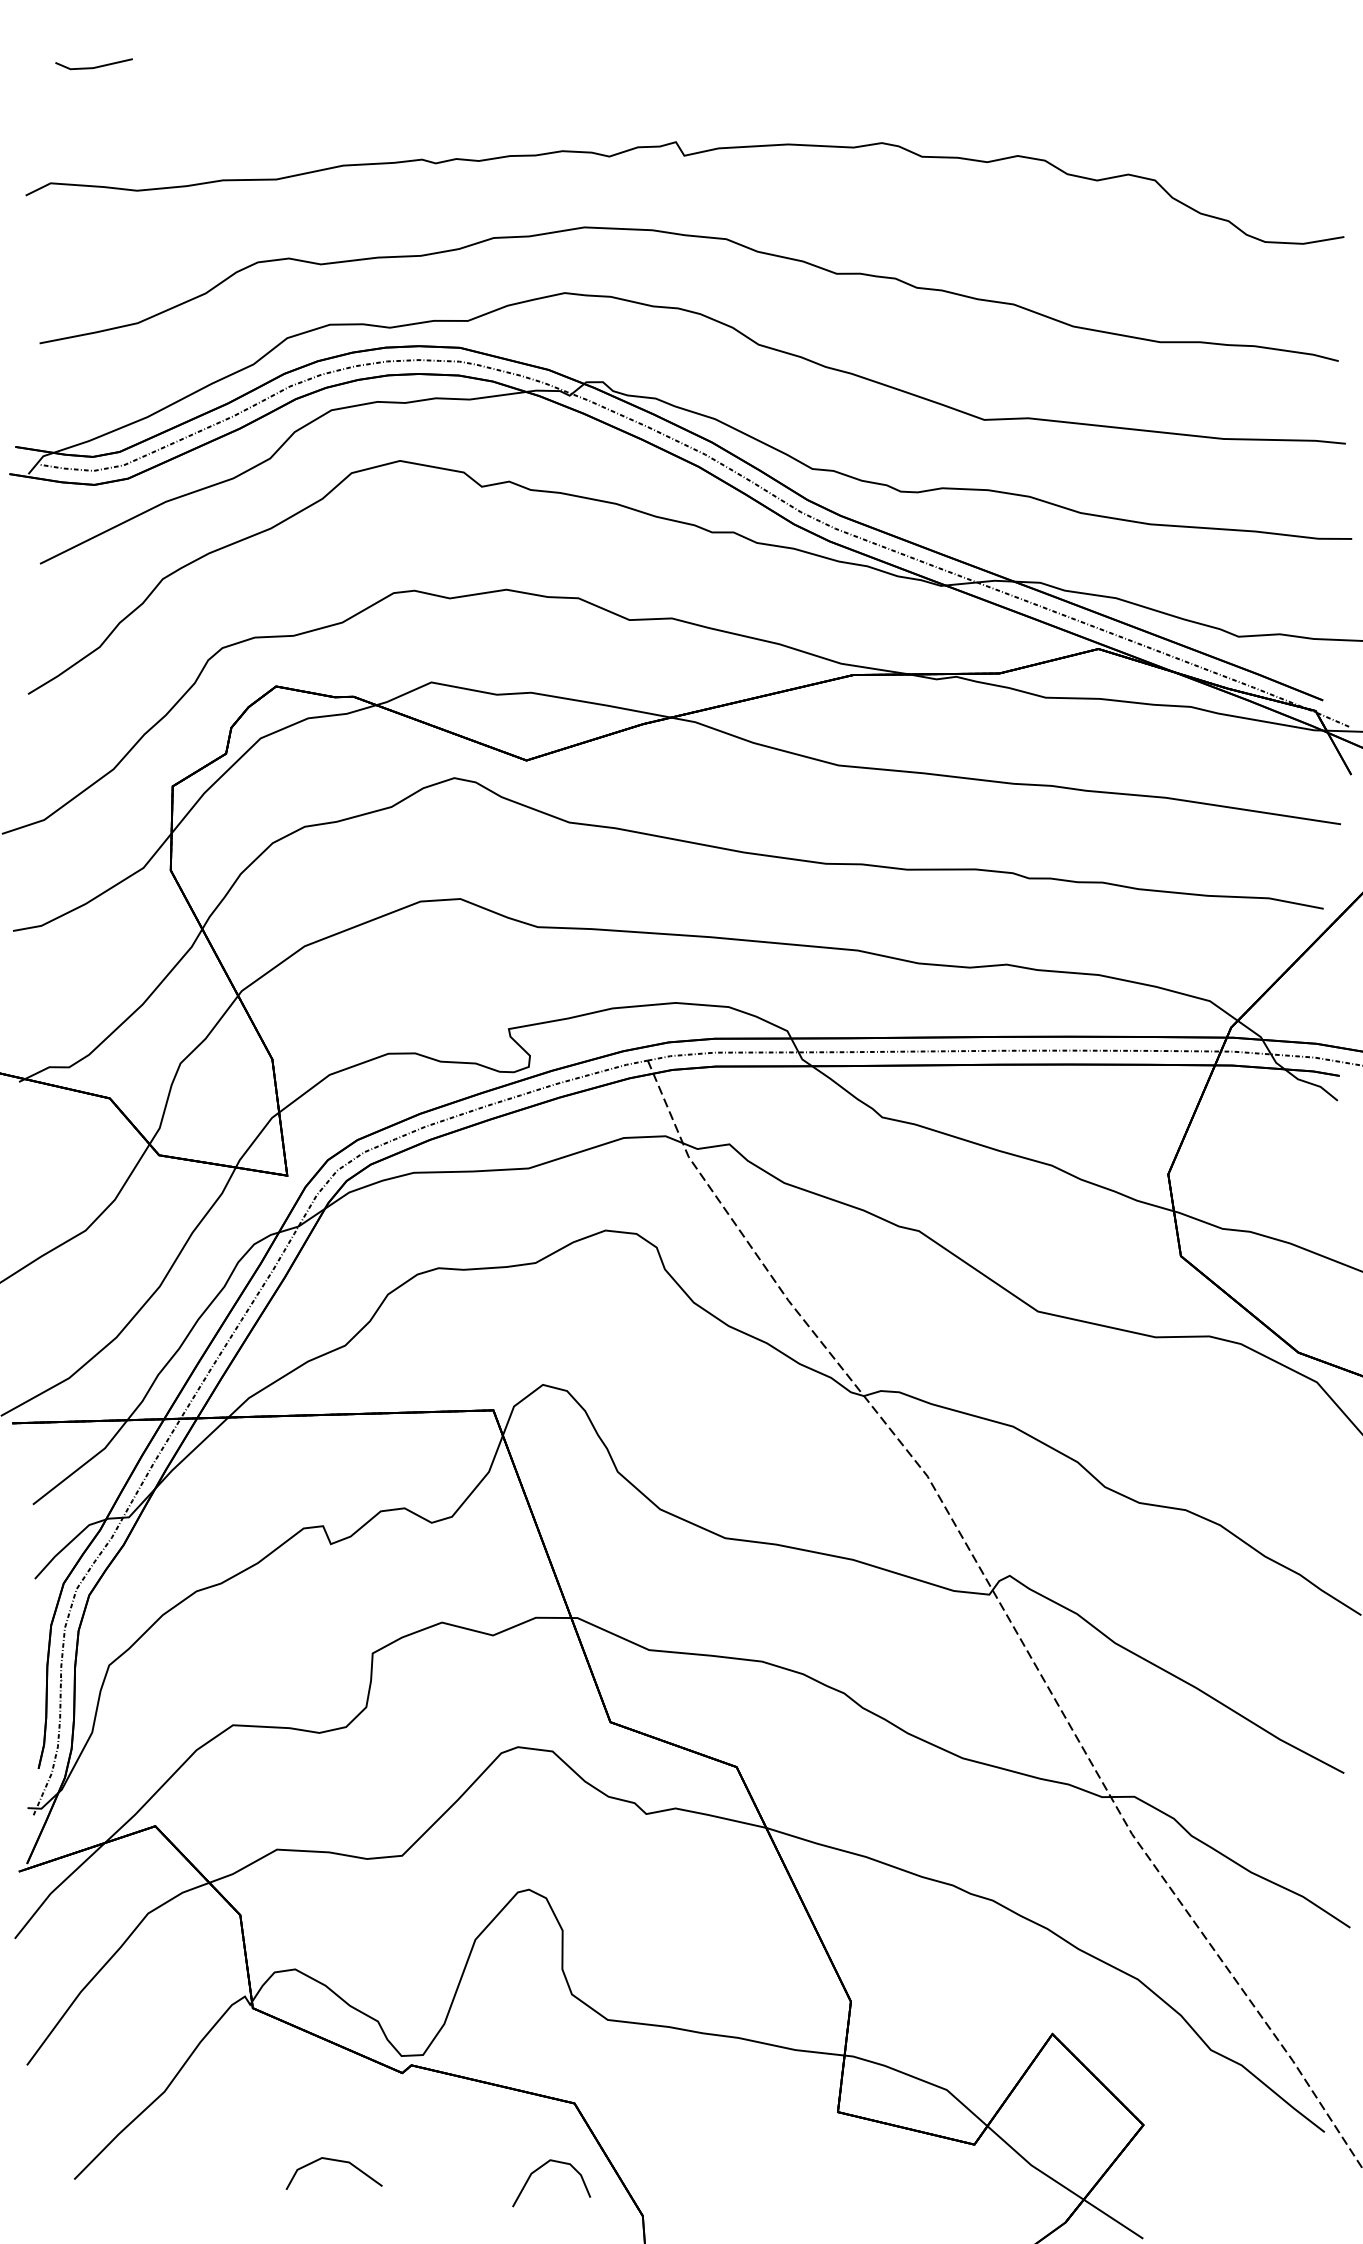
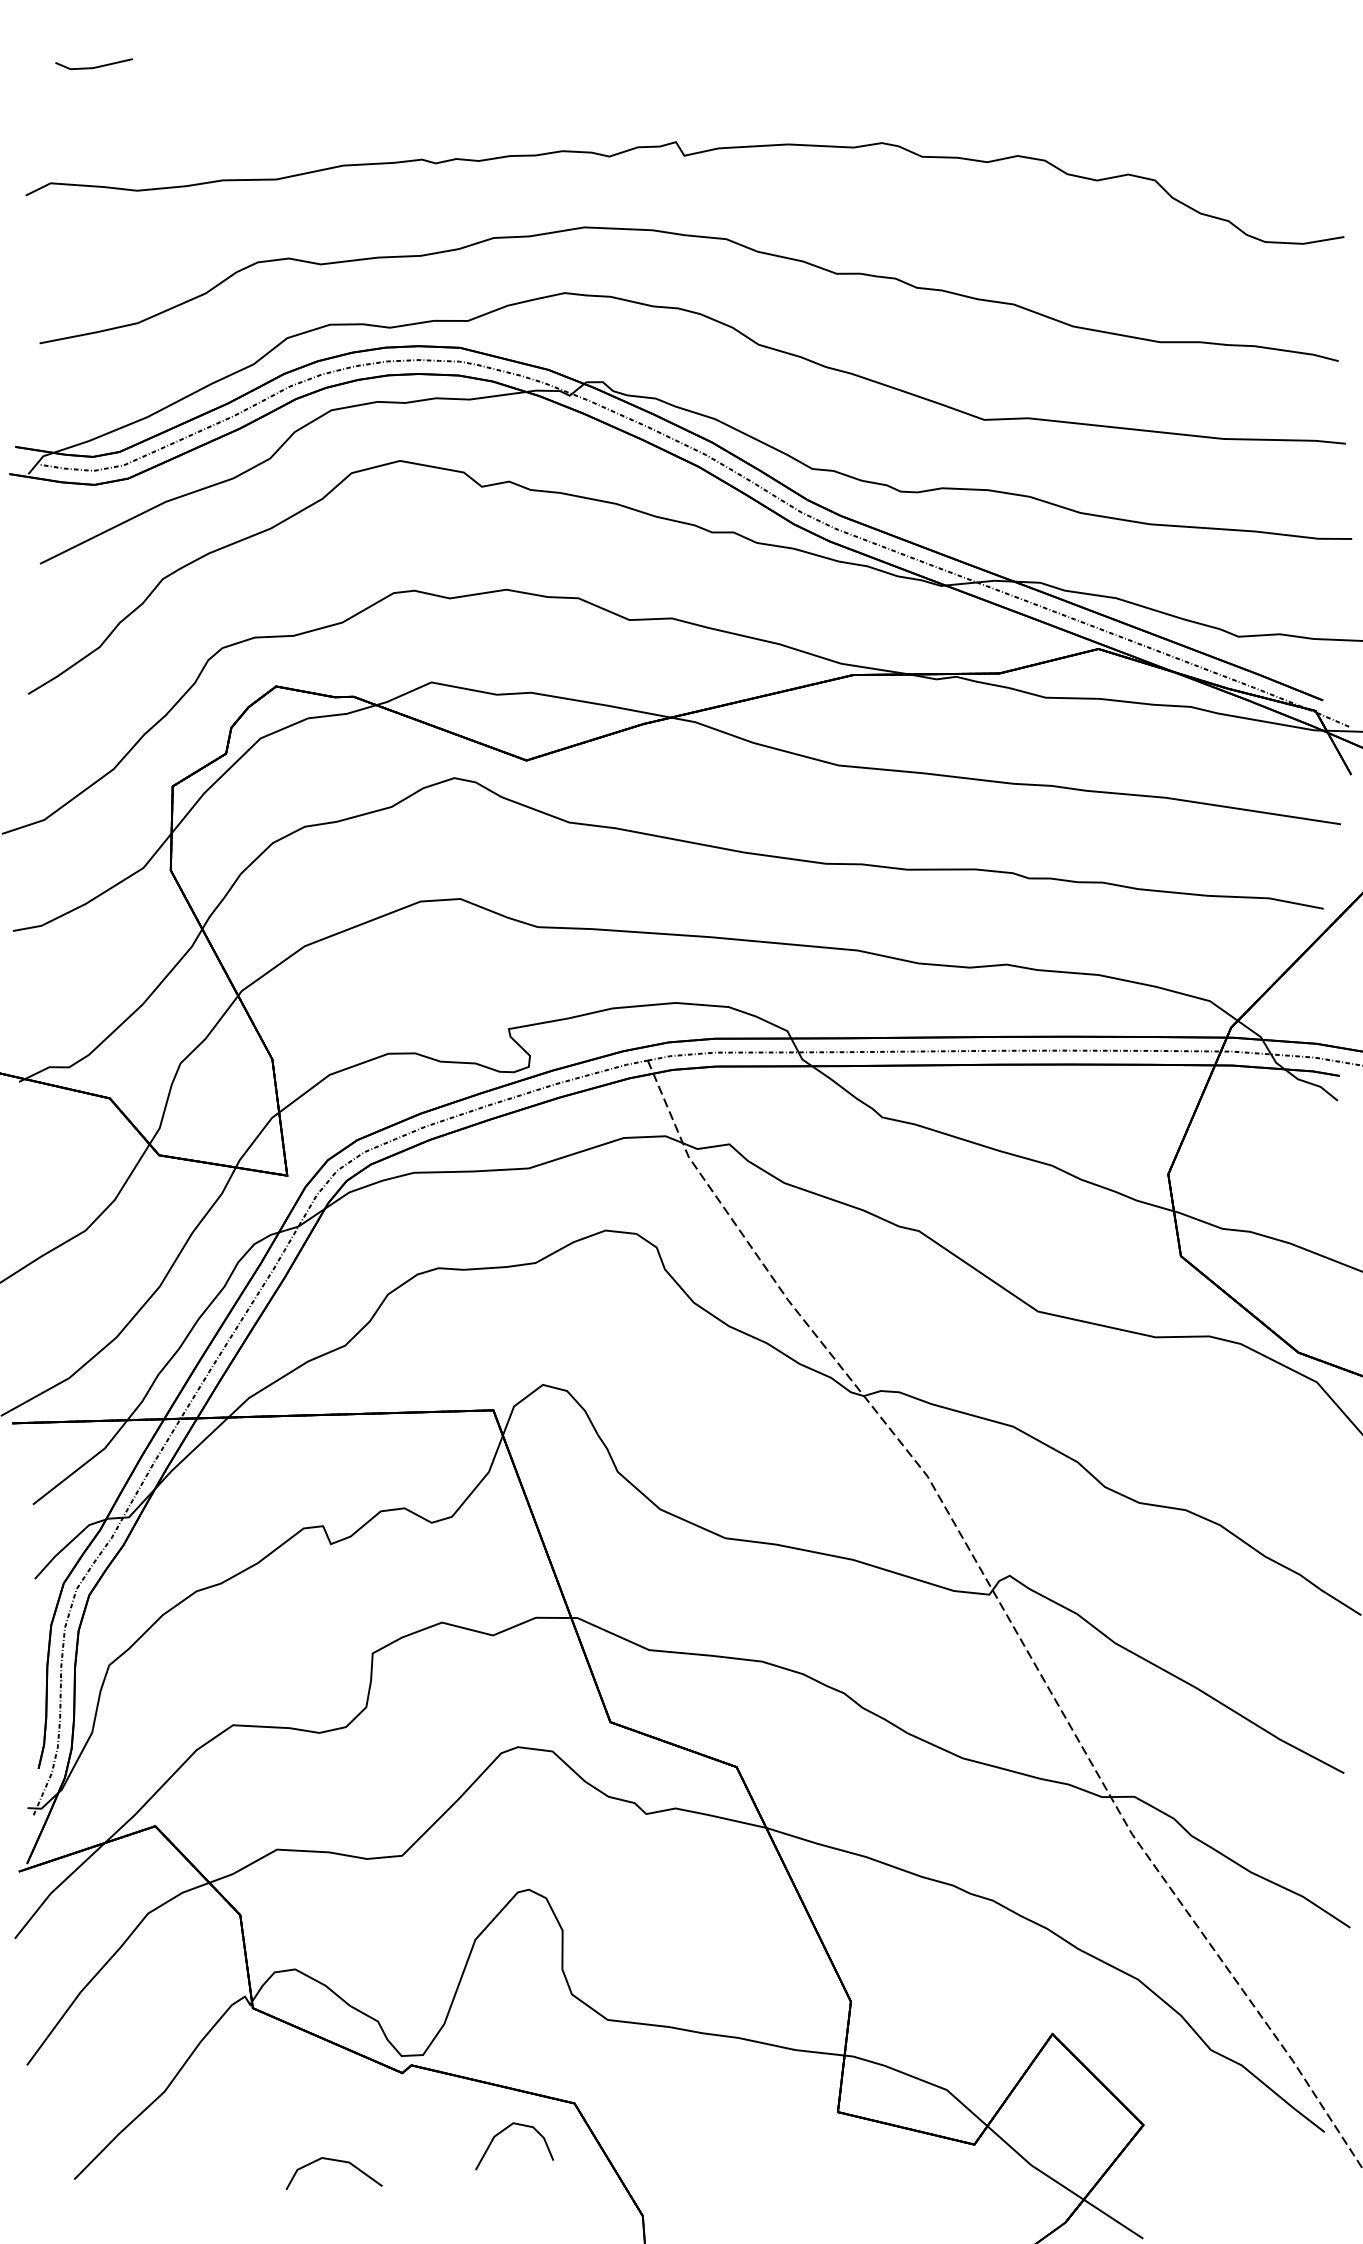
curve at (539, 2169) position: (539, 2169) -> (502, 2132)
